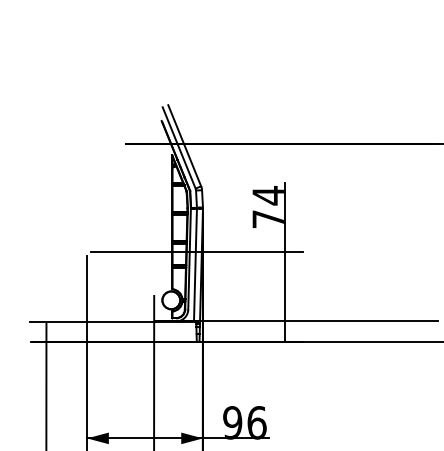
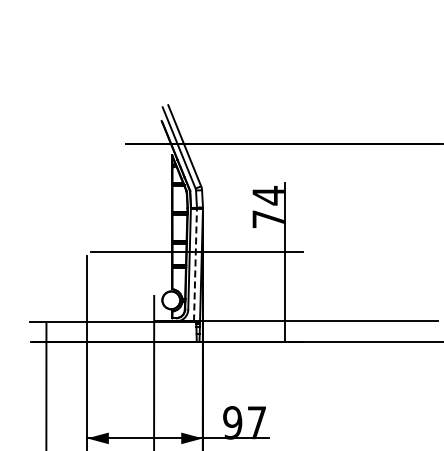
line at (195, 264): solid -> dashed
text at (256, 422): 96 -> 97
